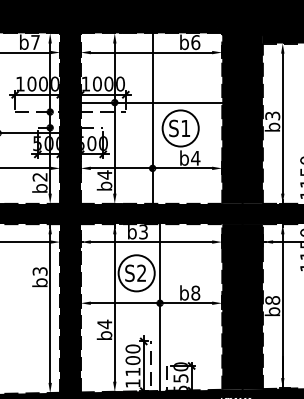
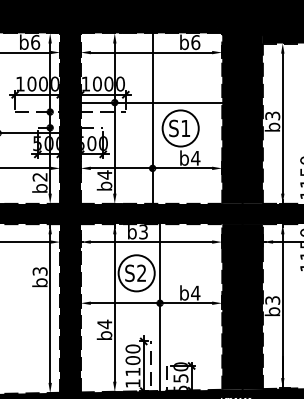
text at (35, 41): b7 -> b6
text at (195, 292): b8 -> b4
text at (272, 300): b8 -> b3
